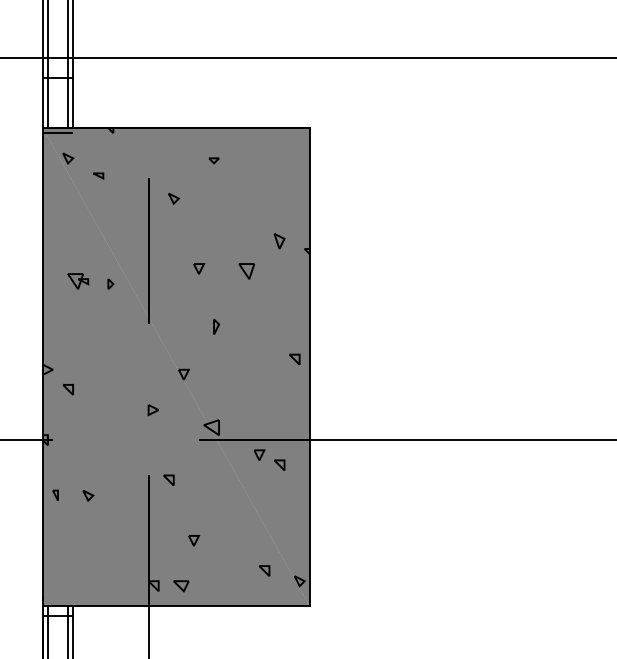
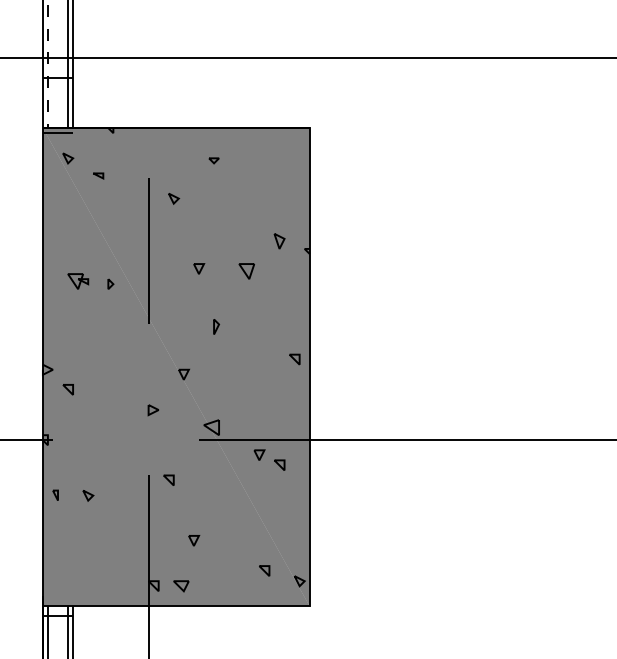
line at (47, 64): solid -> dashed
